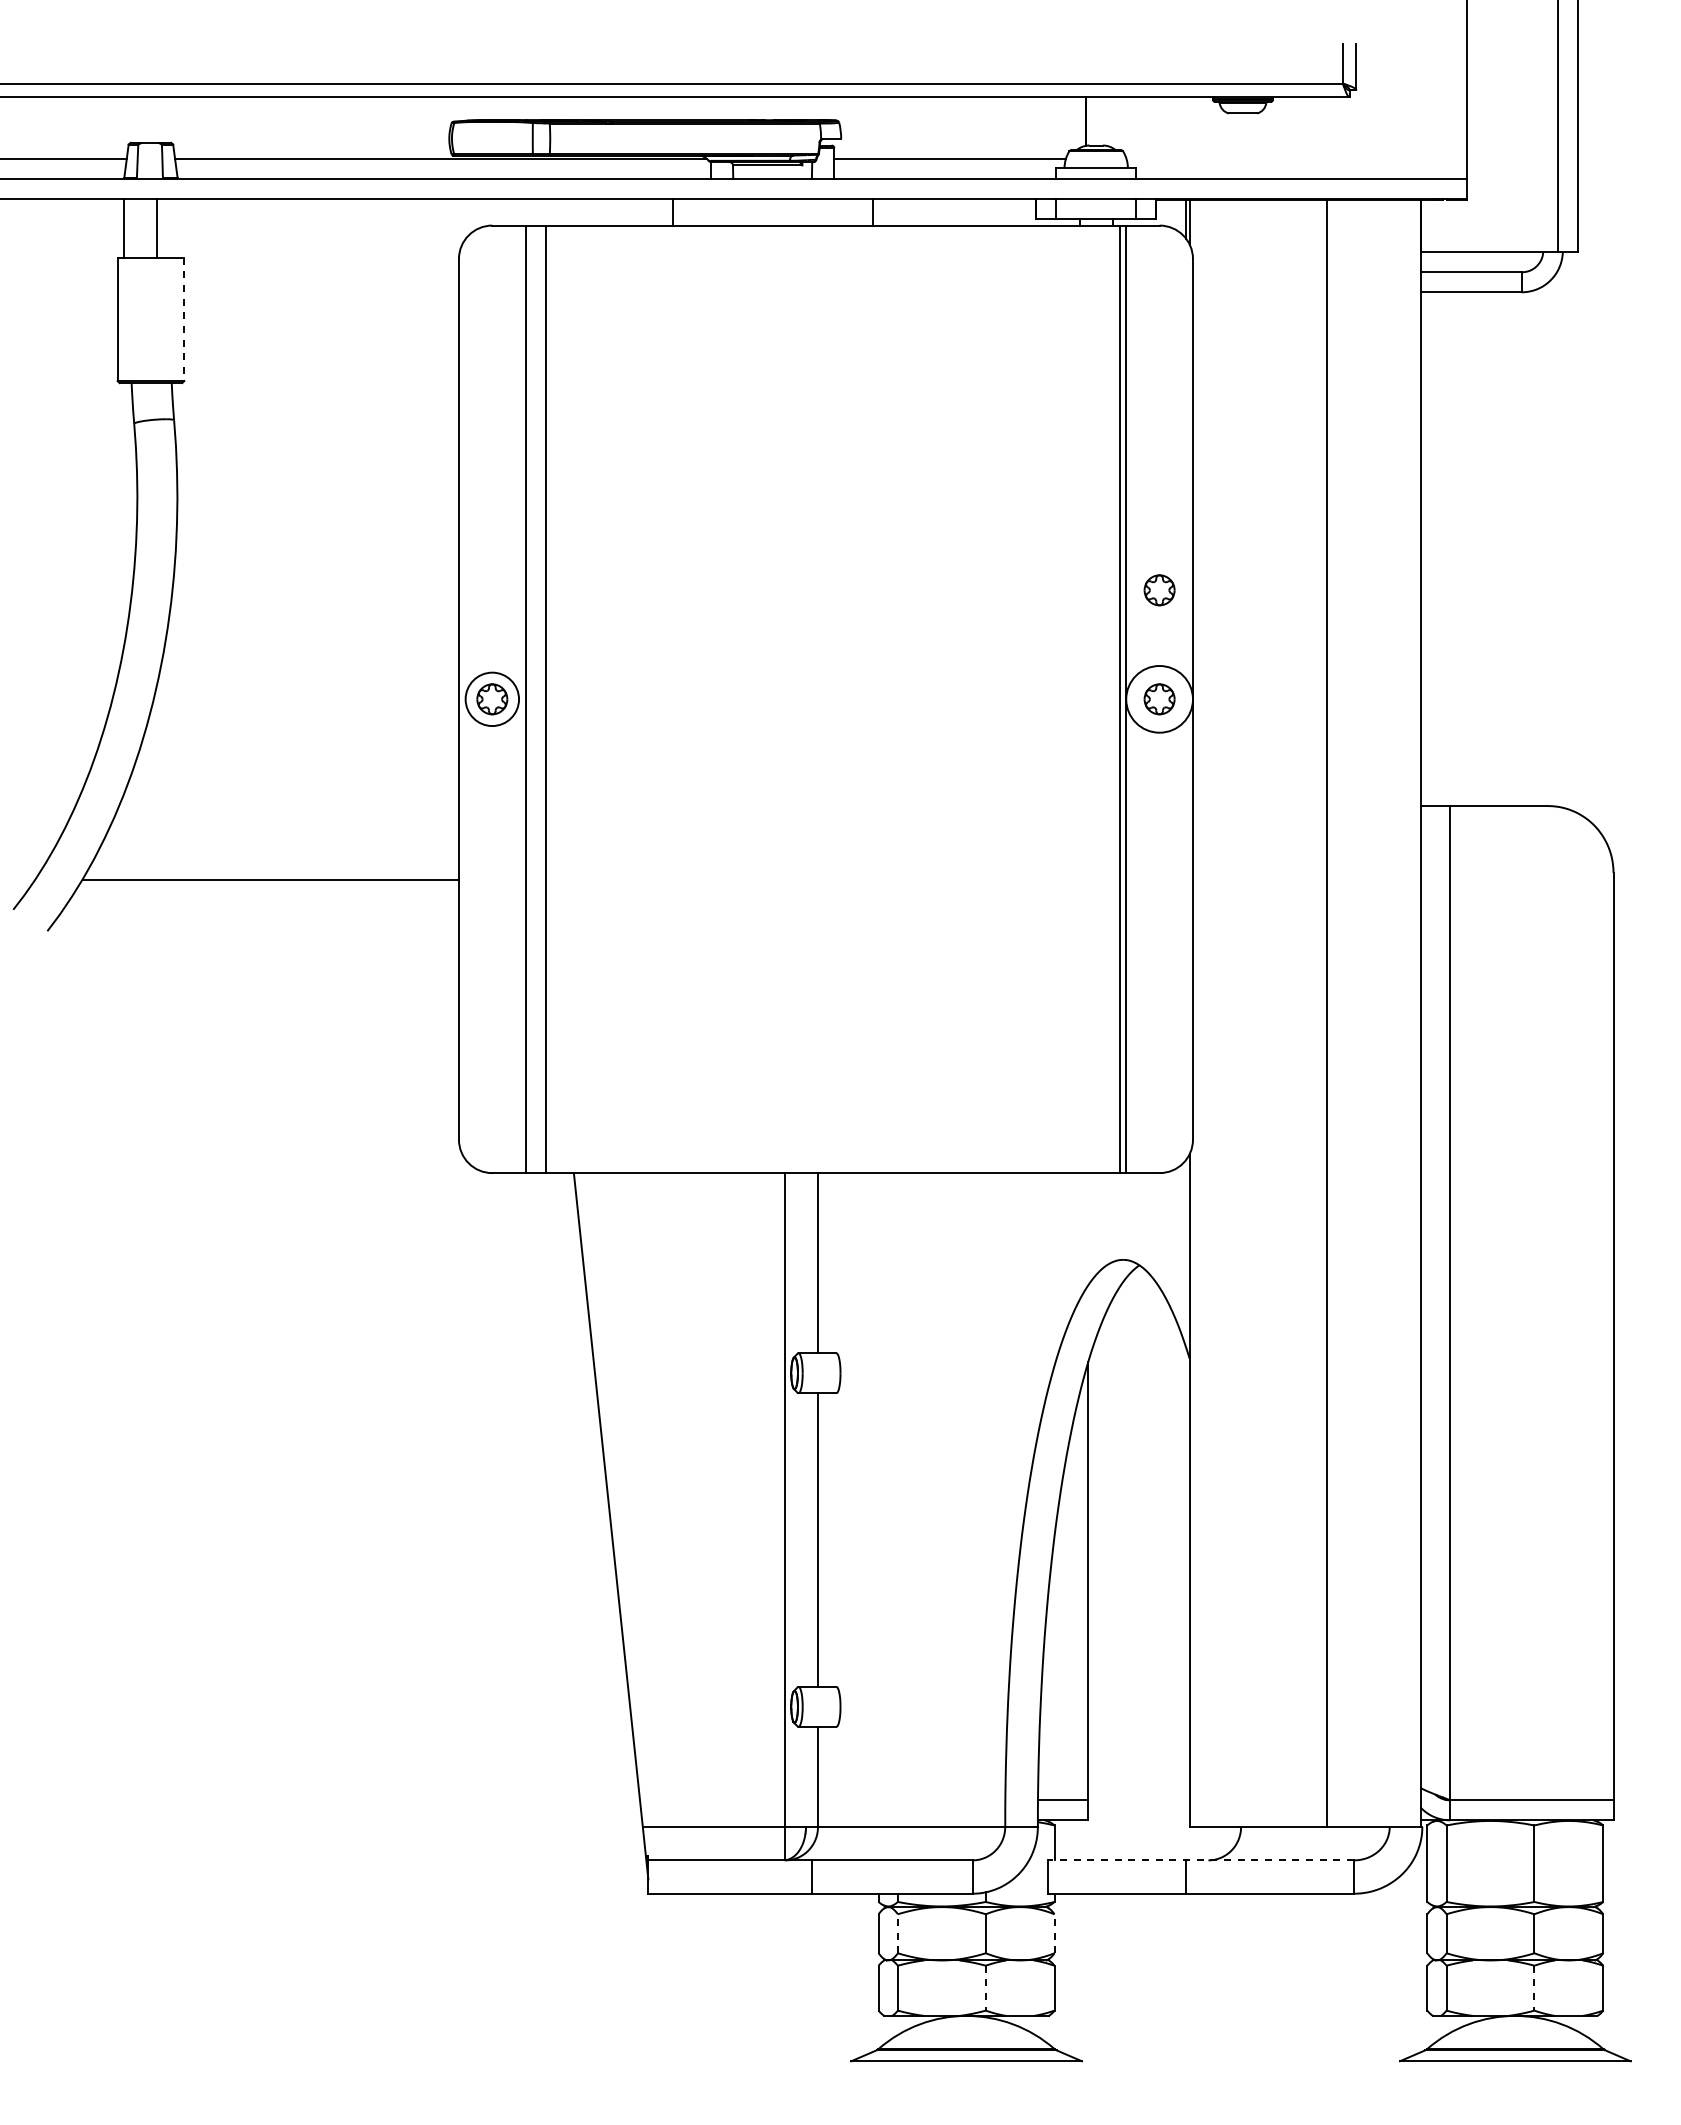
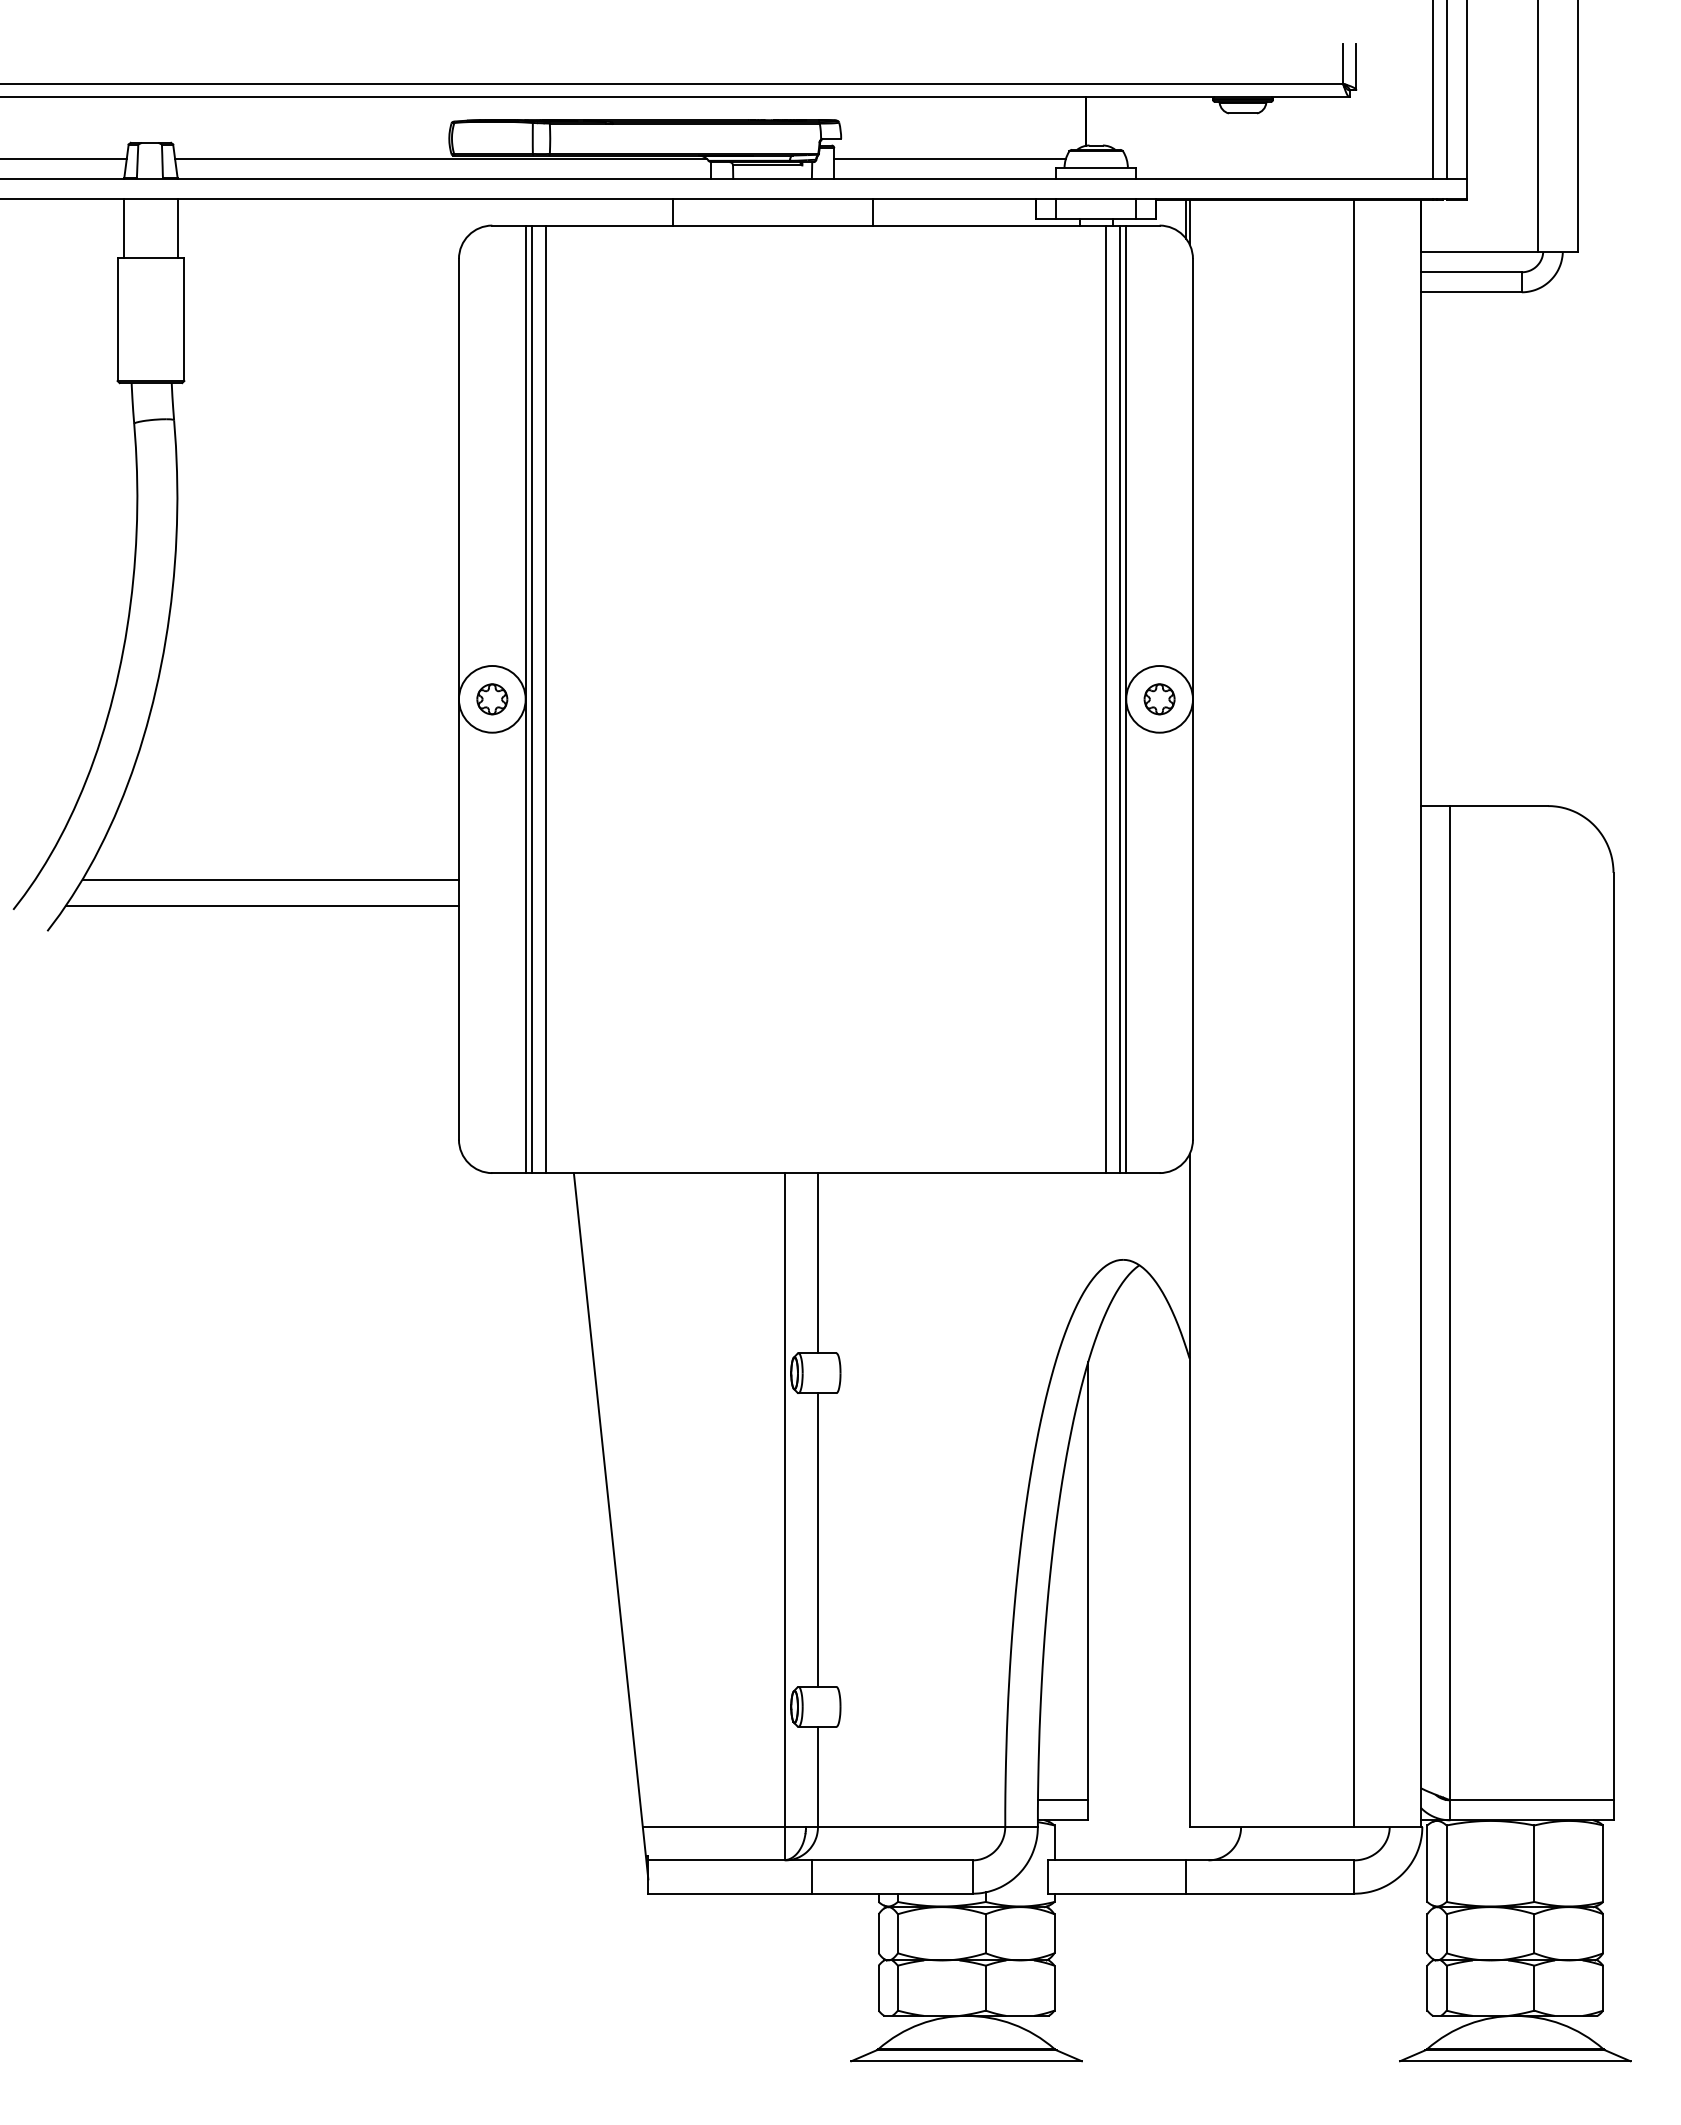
line at (1433, 90): none -> present
line at (1446, 90): none -> present
line at (1558, 127) position: (1558, 127) -> (1538, 127)
line at (156, 227) position: (156, 227) -> (177, 227)
line at (184, 319): dashed -> solid
part at (1159, 590): present -> none
circle at (492, 699) diameter: 53 px -> 67 px
line at (532, 699): none -> present
line at (1106, 699): none -> present
line at (261, 906): none -> present
line at (1327, 1013) position: (1327, 1013) -> (1354, 1013)
line at (1200, 1860): dashed -> solid
line at (897, 1933): dashed -> solid
line at (1054, 1933): dashed -> solid
line at (985, 1988): dashed -> solid
line at (1534, 1988): dashed -> solid
